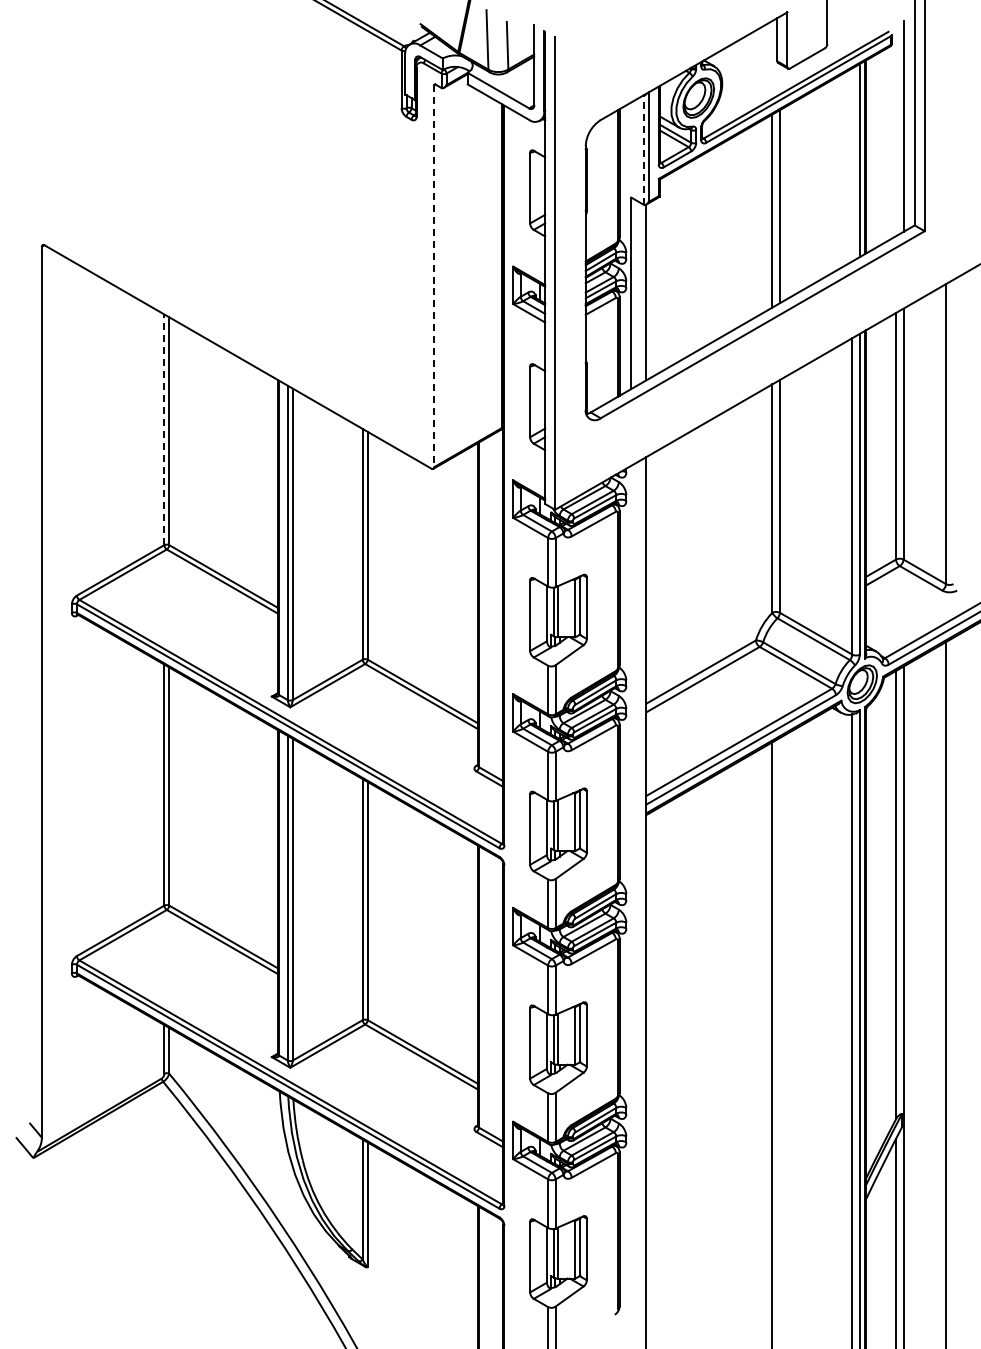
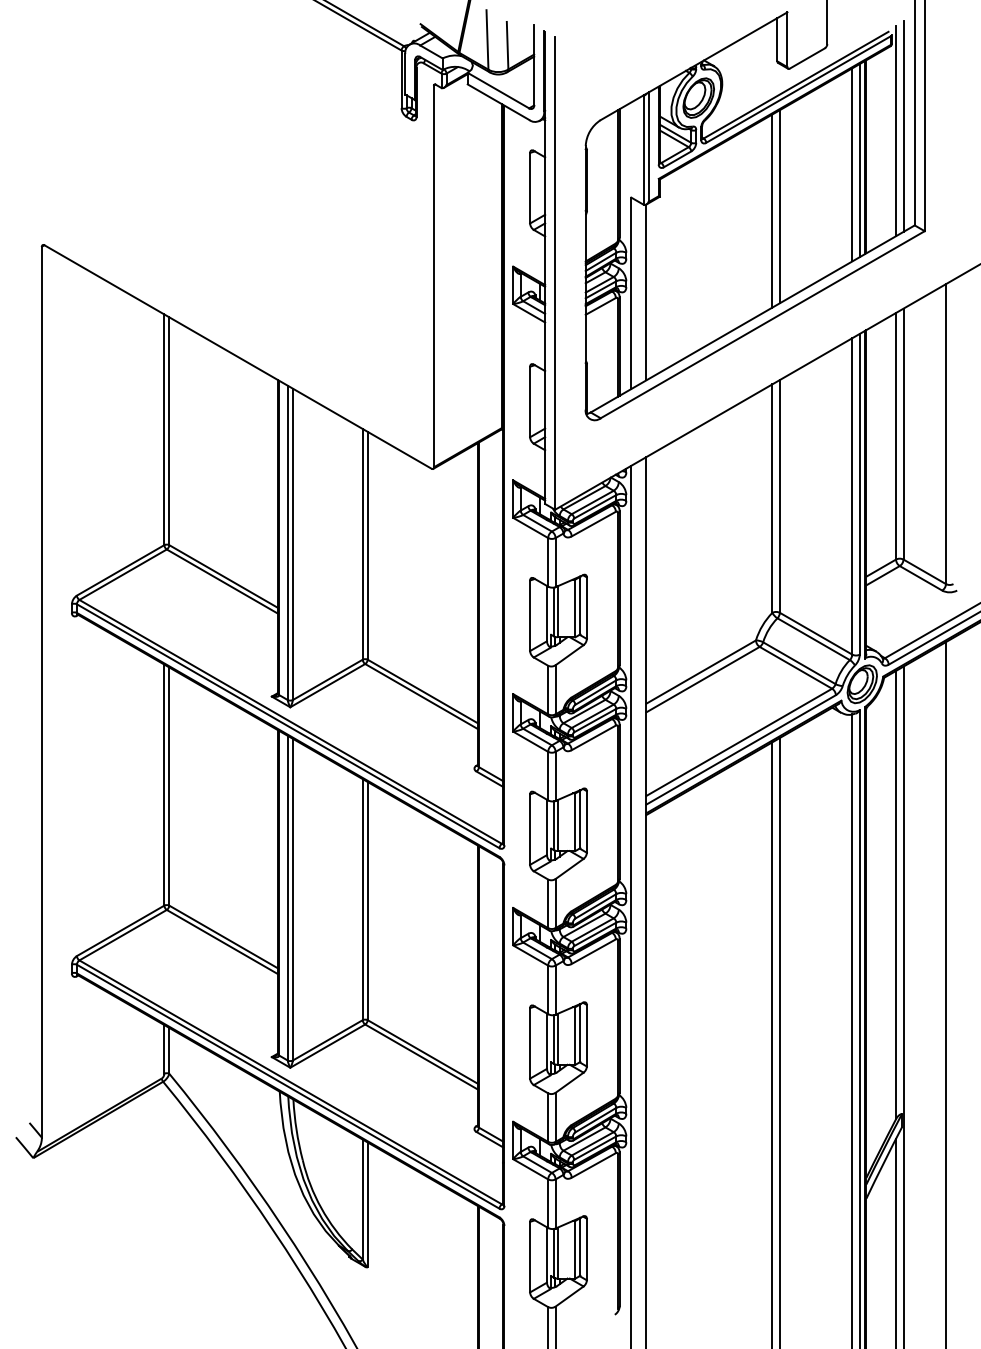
line at (896, 130): none -> present
line at (643, 150): dashed -> solid
line at (852, 164): none -> present
line at (434, 276): dashed -> solid
line at (164, 429): dashed -> solid
line at (631, 905): none -> present
line at (779, 1041): none -> present
